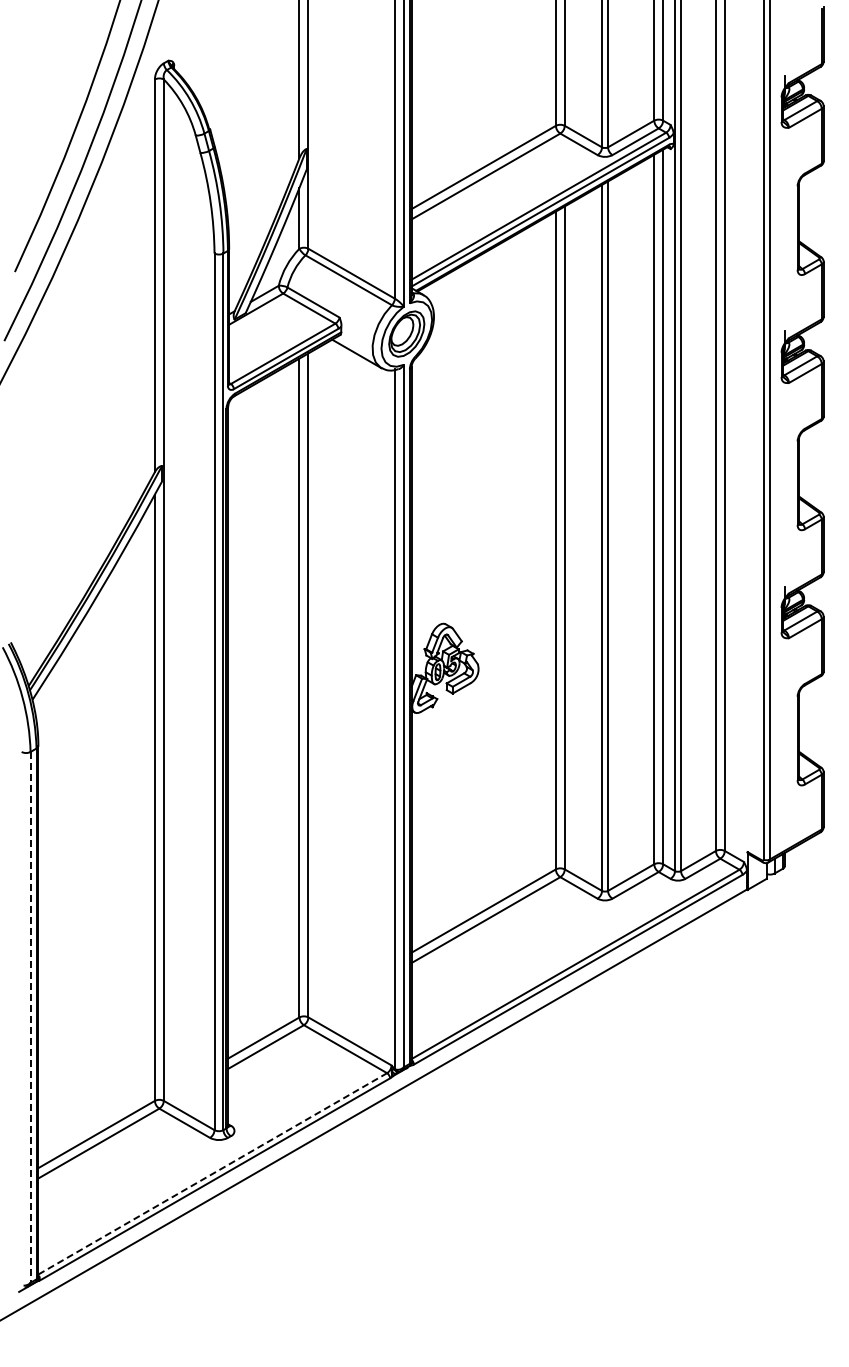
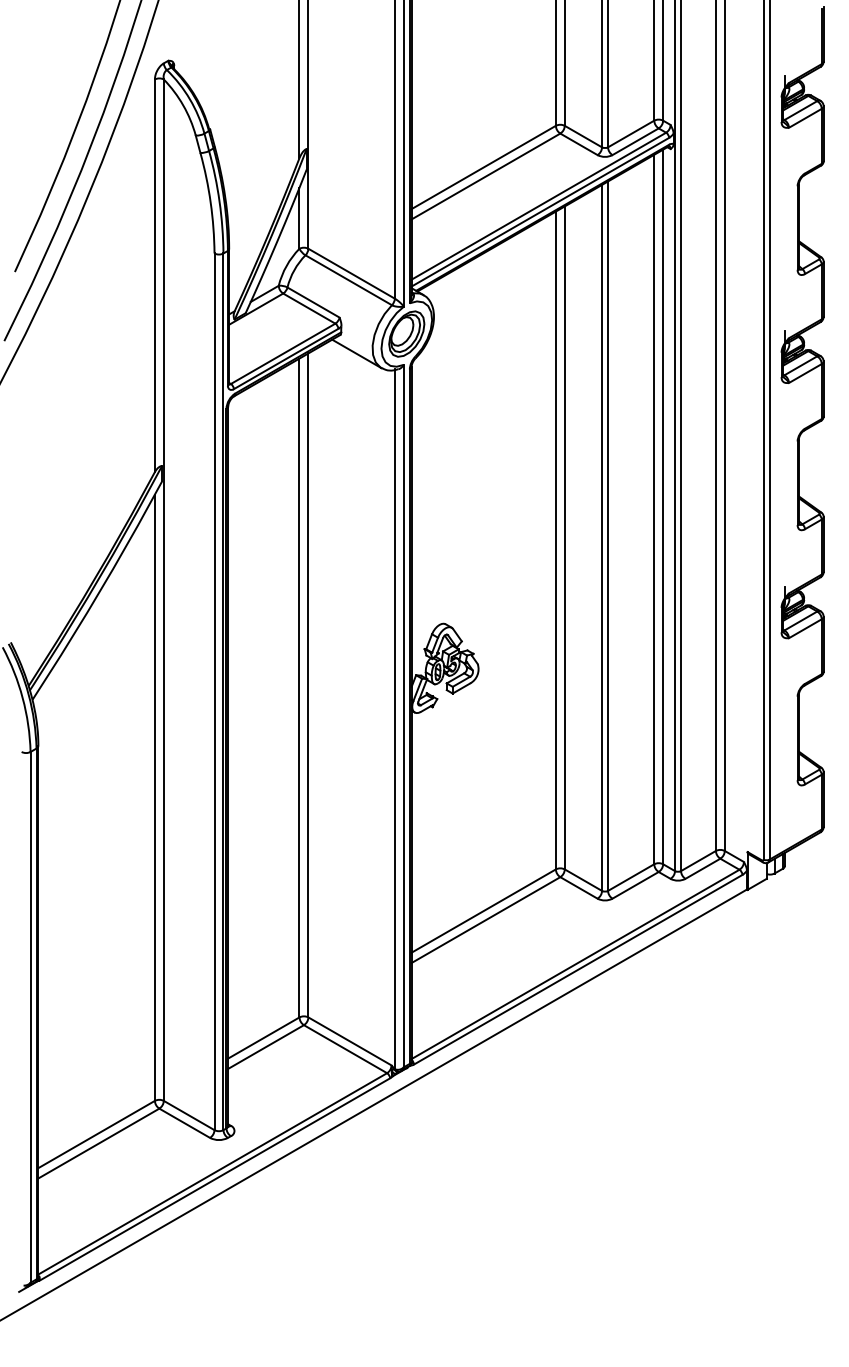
line at (30, 1017): dashed -> solid
line at (213, 1173): dashed -> solid
